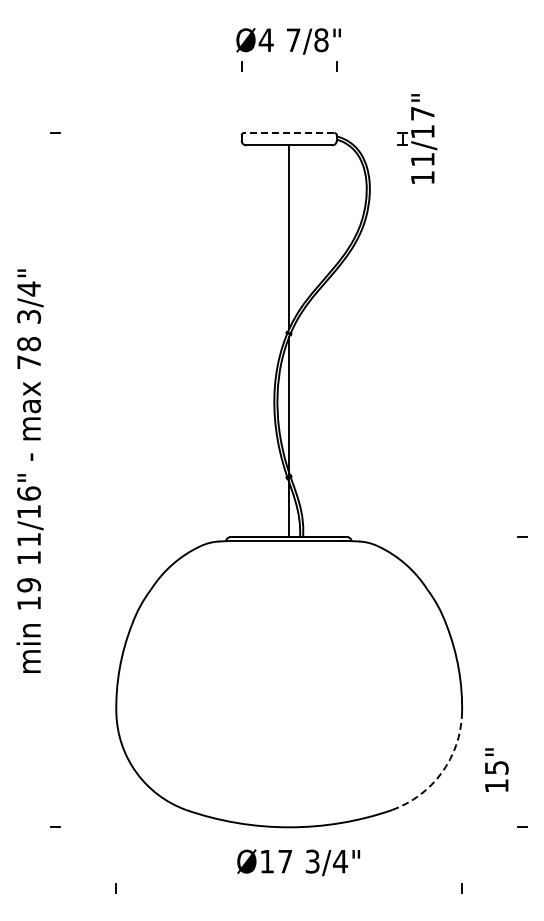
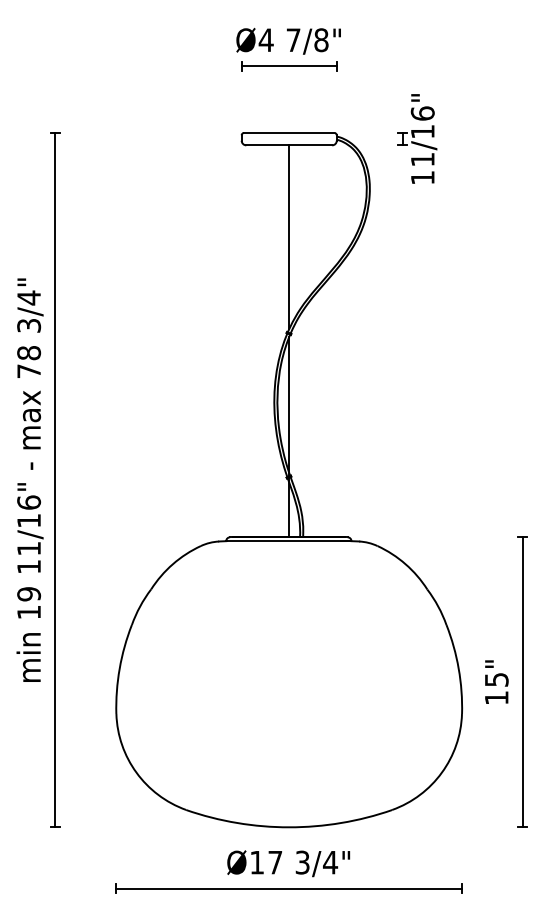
line at (288, 66): none -> present
text at (422, 113): 11/17" -> 11/16"
line at (288, 132): dashed -> solid
text at (29, 470) position: (29, 470) -> (29, 479)
line at (55, 479): none -> present
line at (522, 682): none -> present
text at (496, 769) position: (496, 769) -> (496, 681)
arc at (441, 772): dashed -> solid
text at (298, 862) position: (298, 862) -> (288, 863)
line at (289, 888): none -> present
